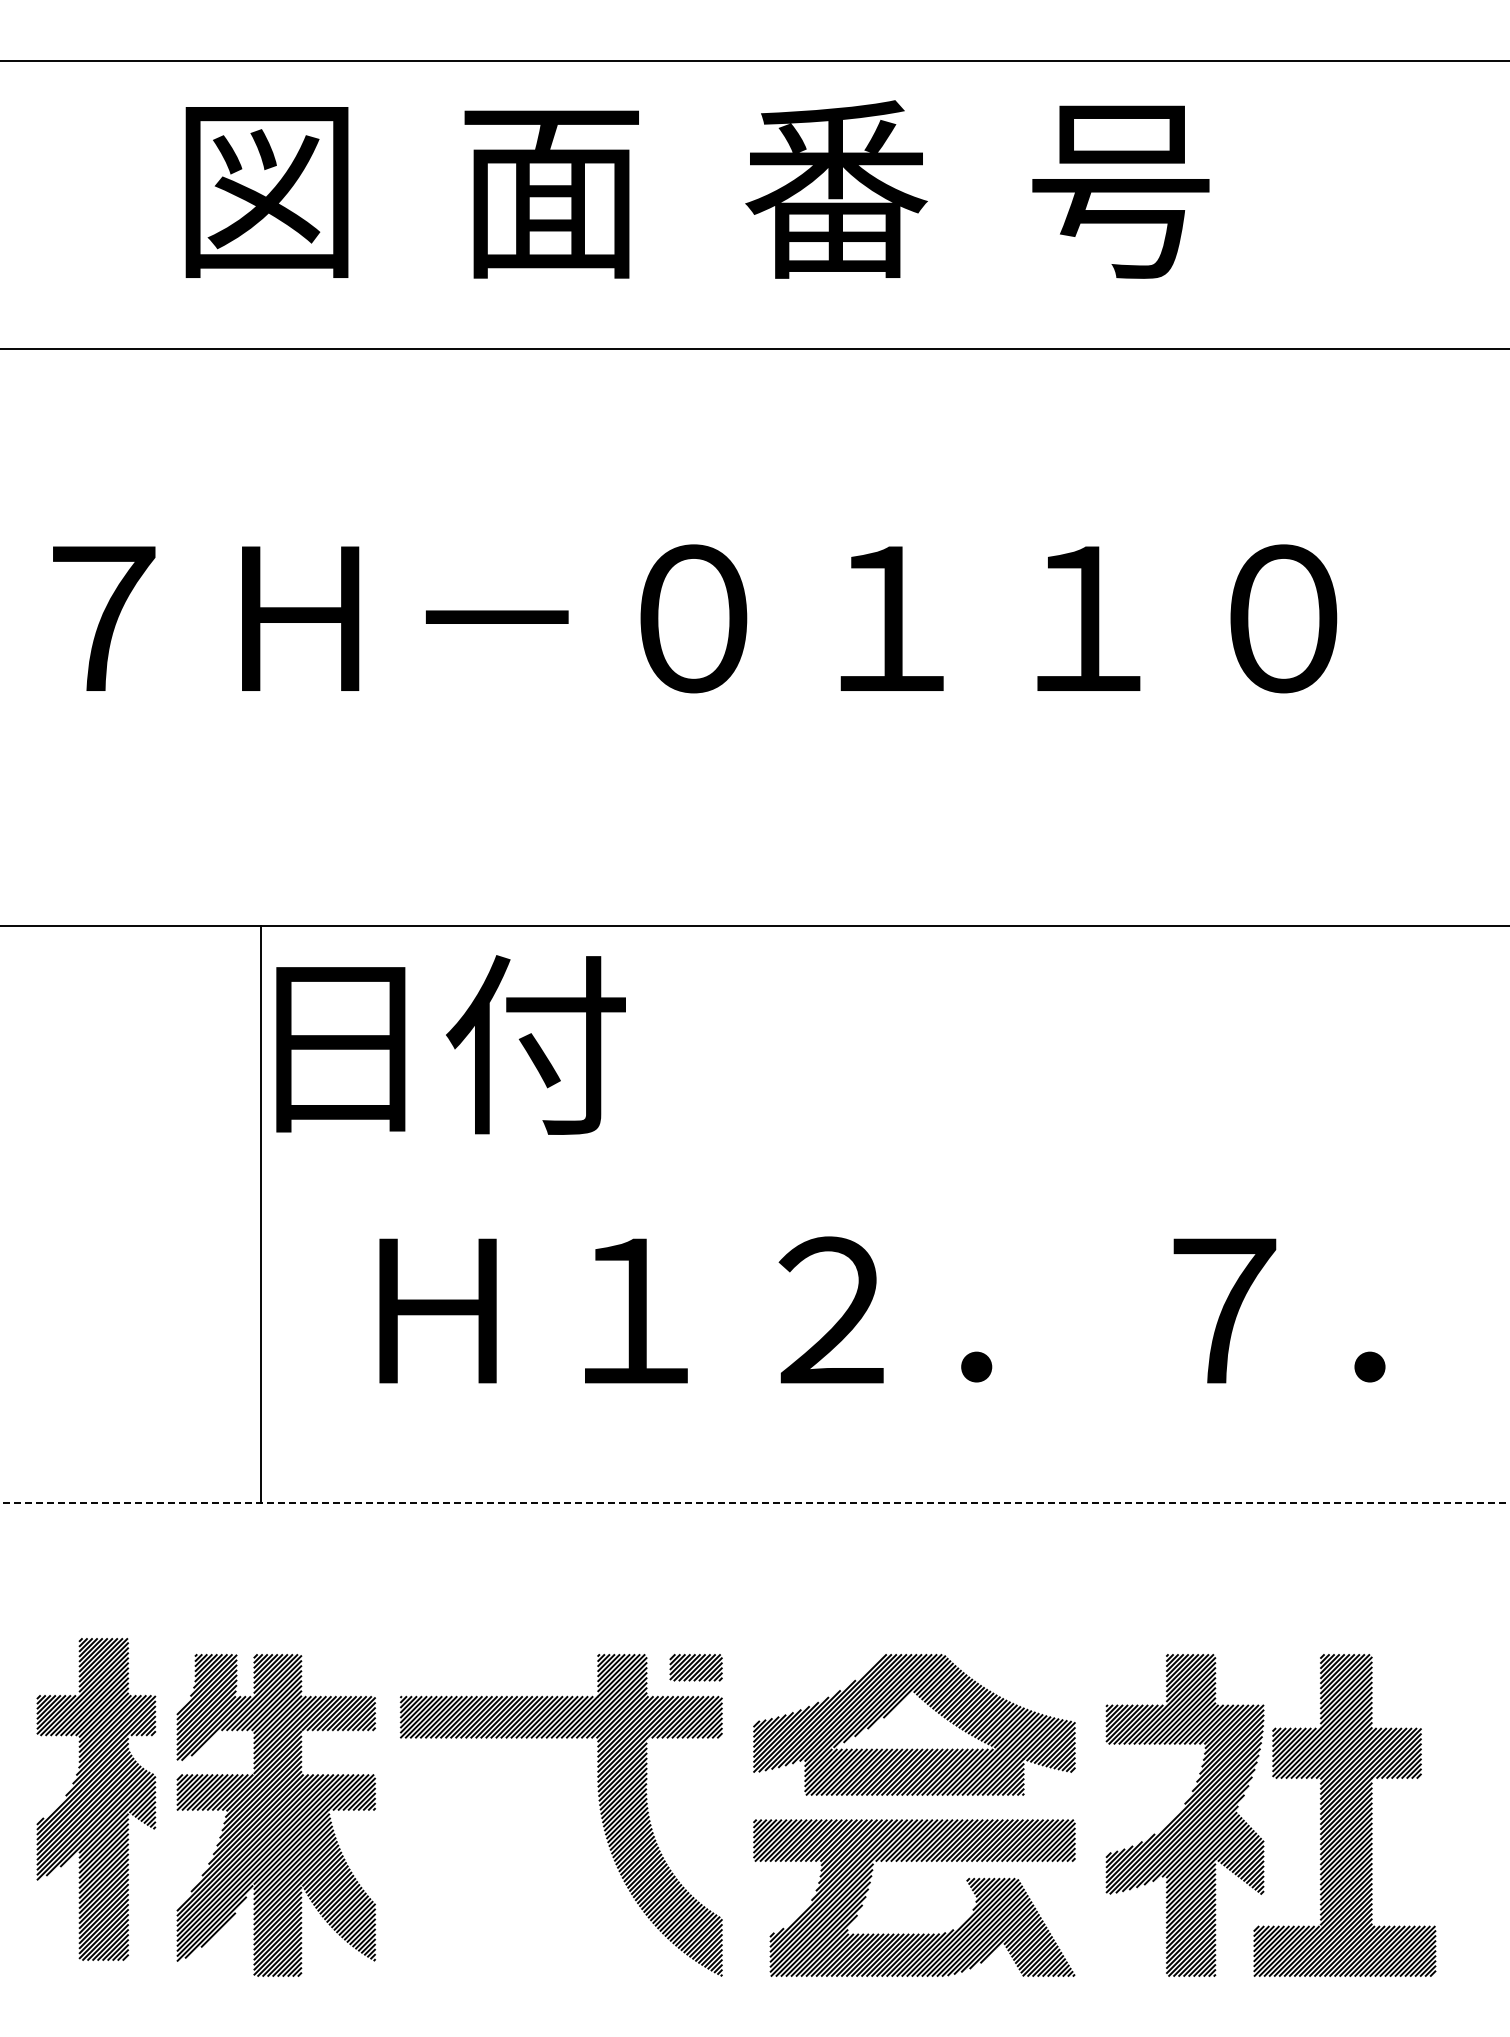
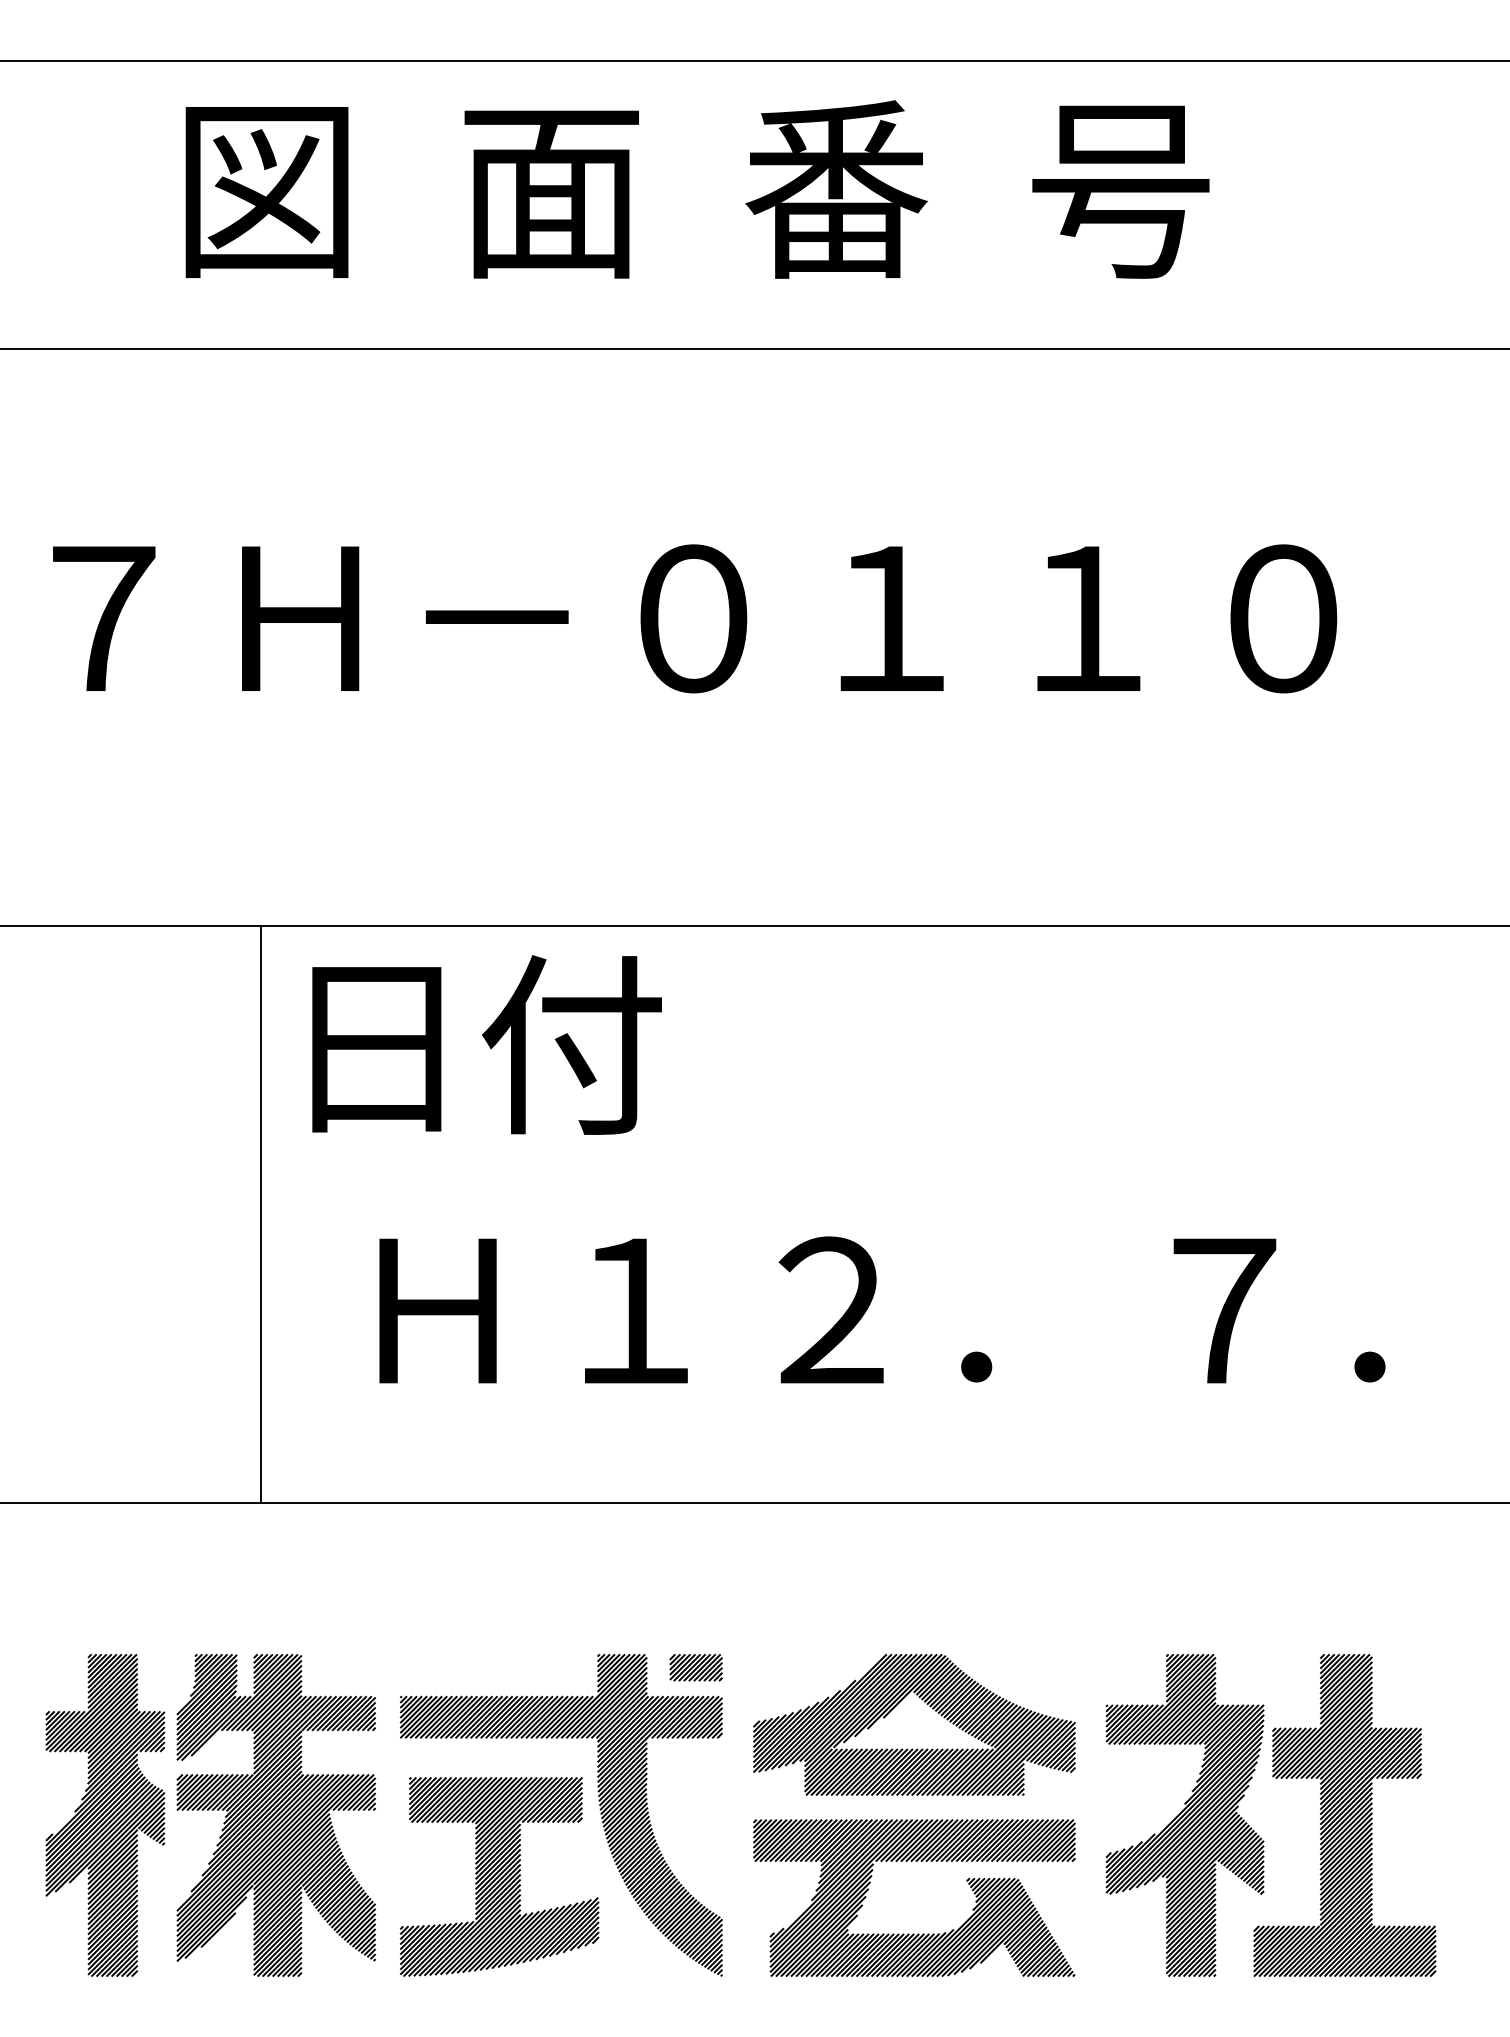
text at (450, 1044) position: (450, 1044) -> (486, 1044)
line at (755, 1502): dashed -> solid
part at (96, 1799) position: (96, 1799) -> (105, 1815)
part at (499, 1876): none -> present
